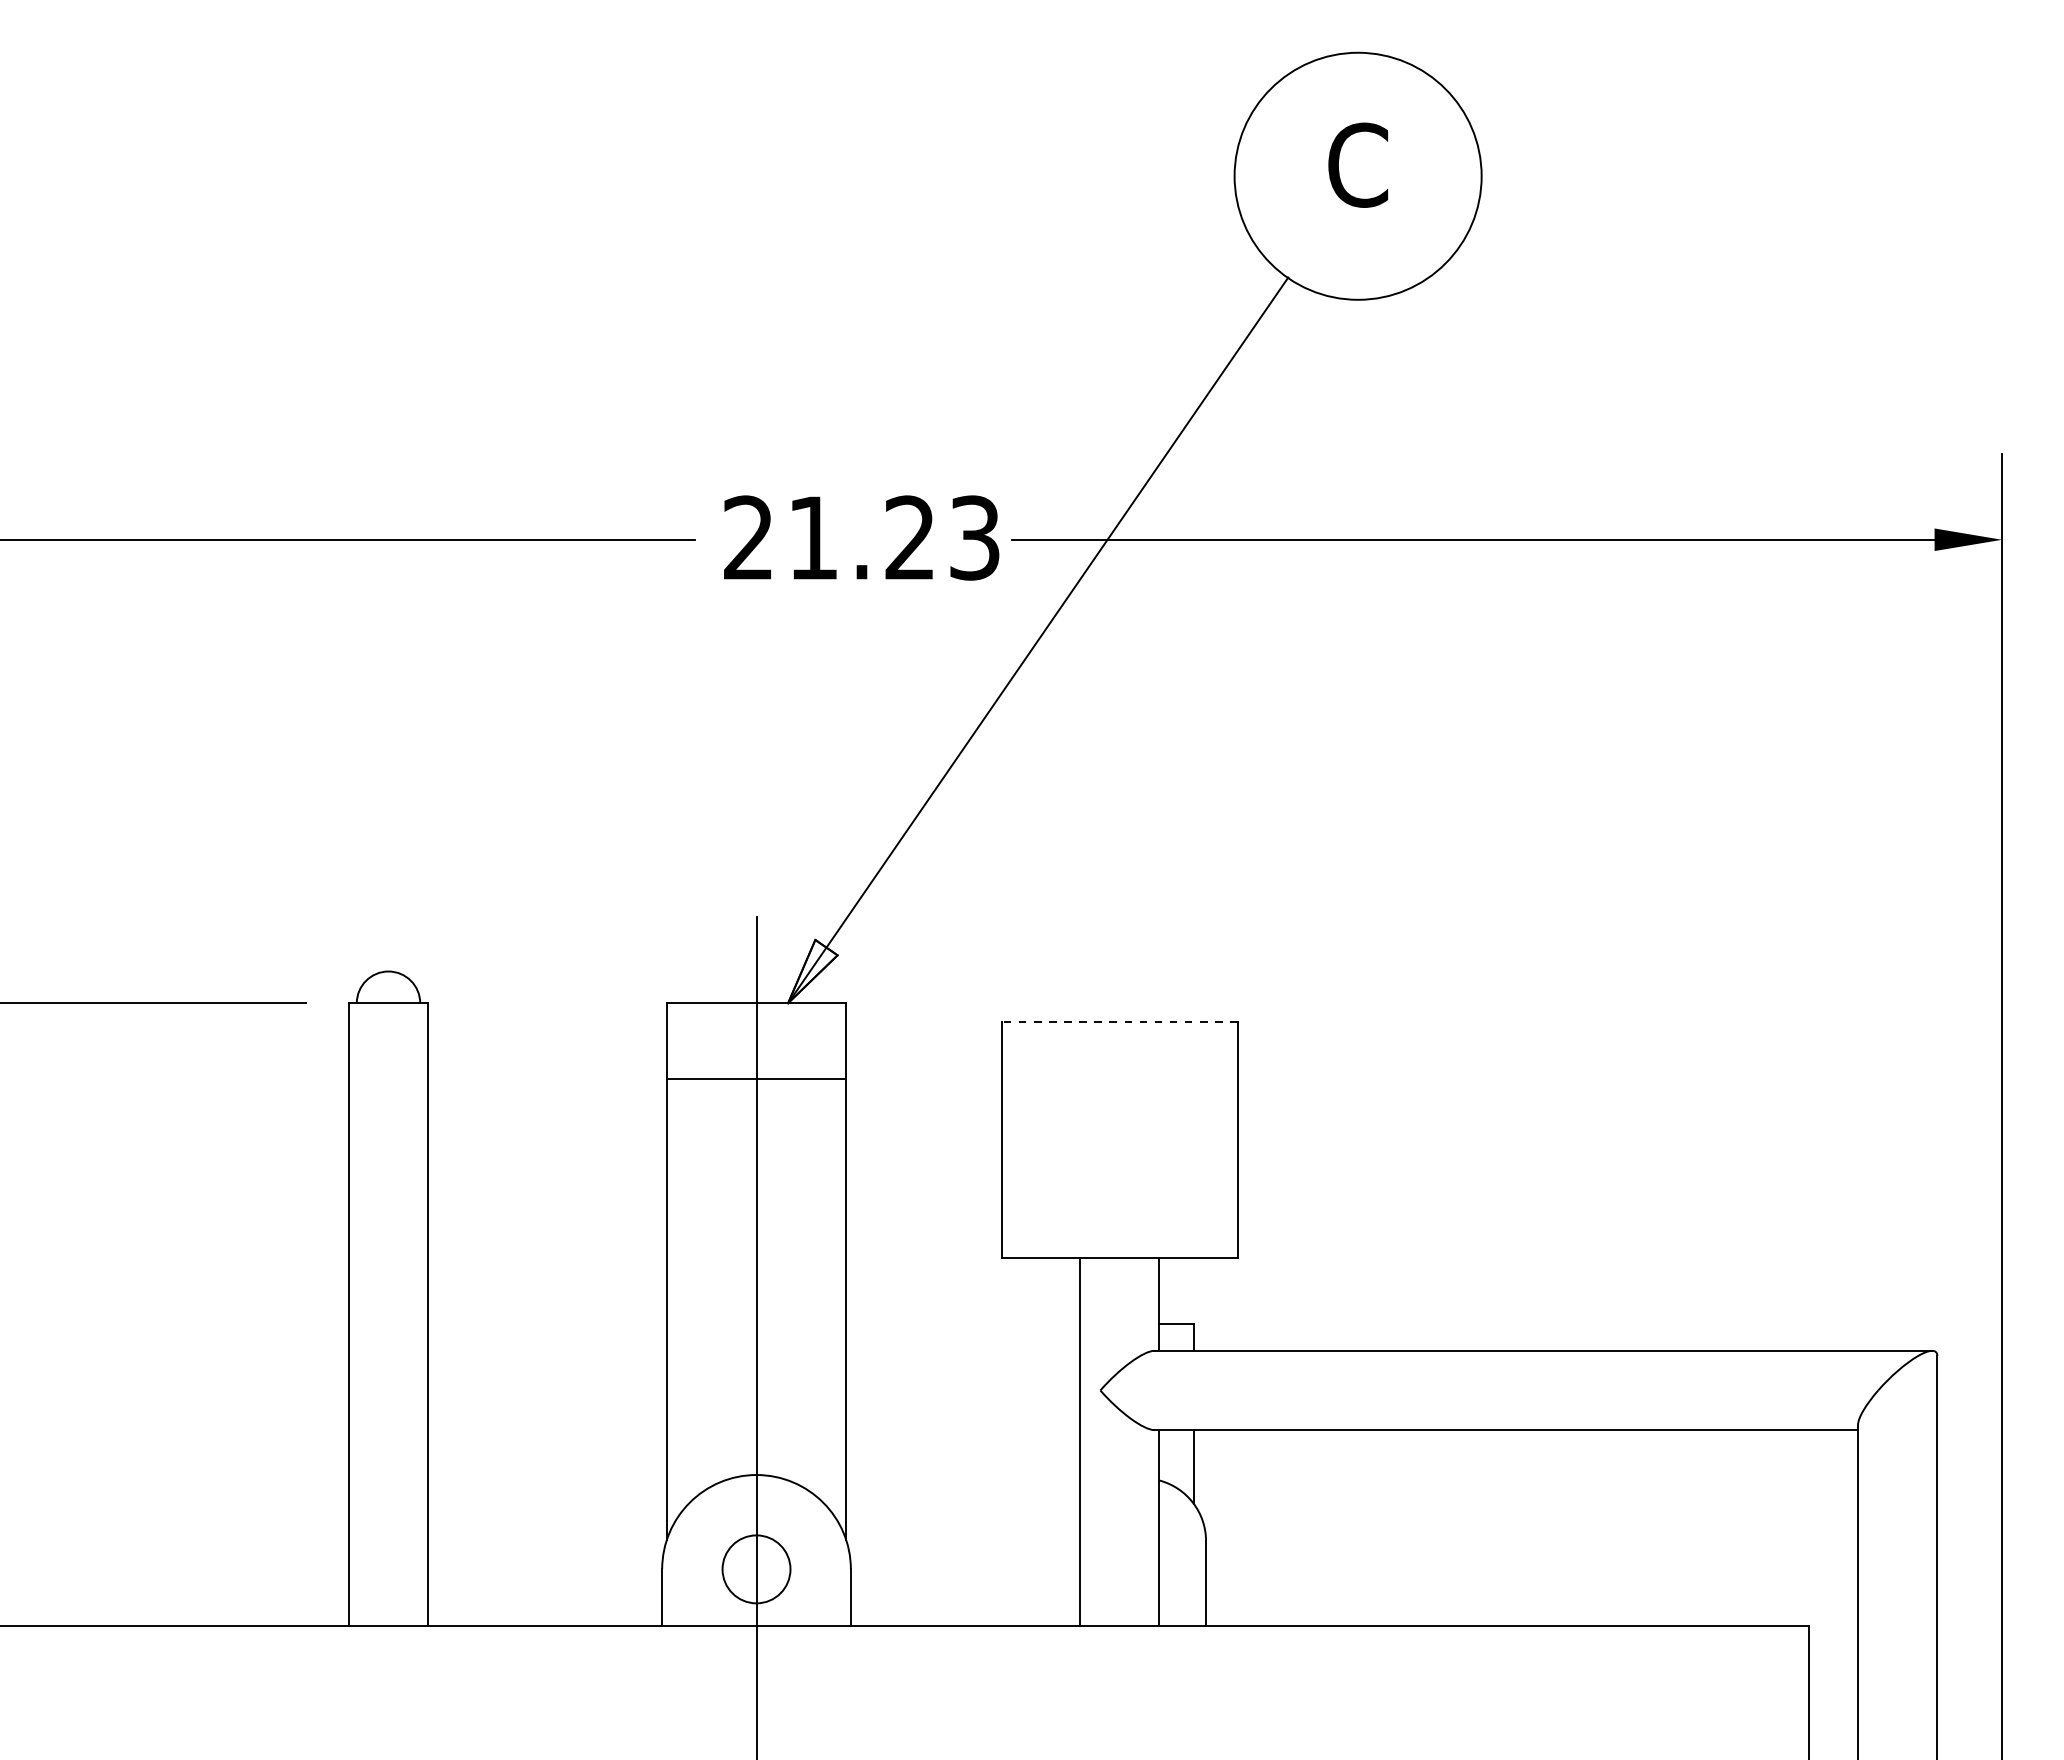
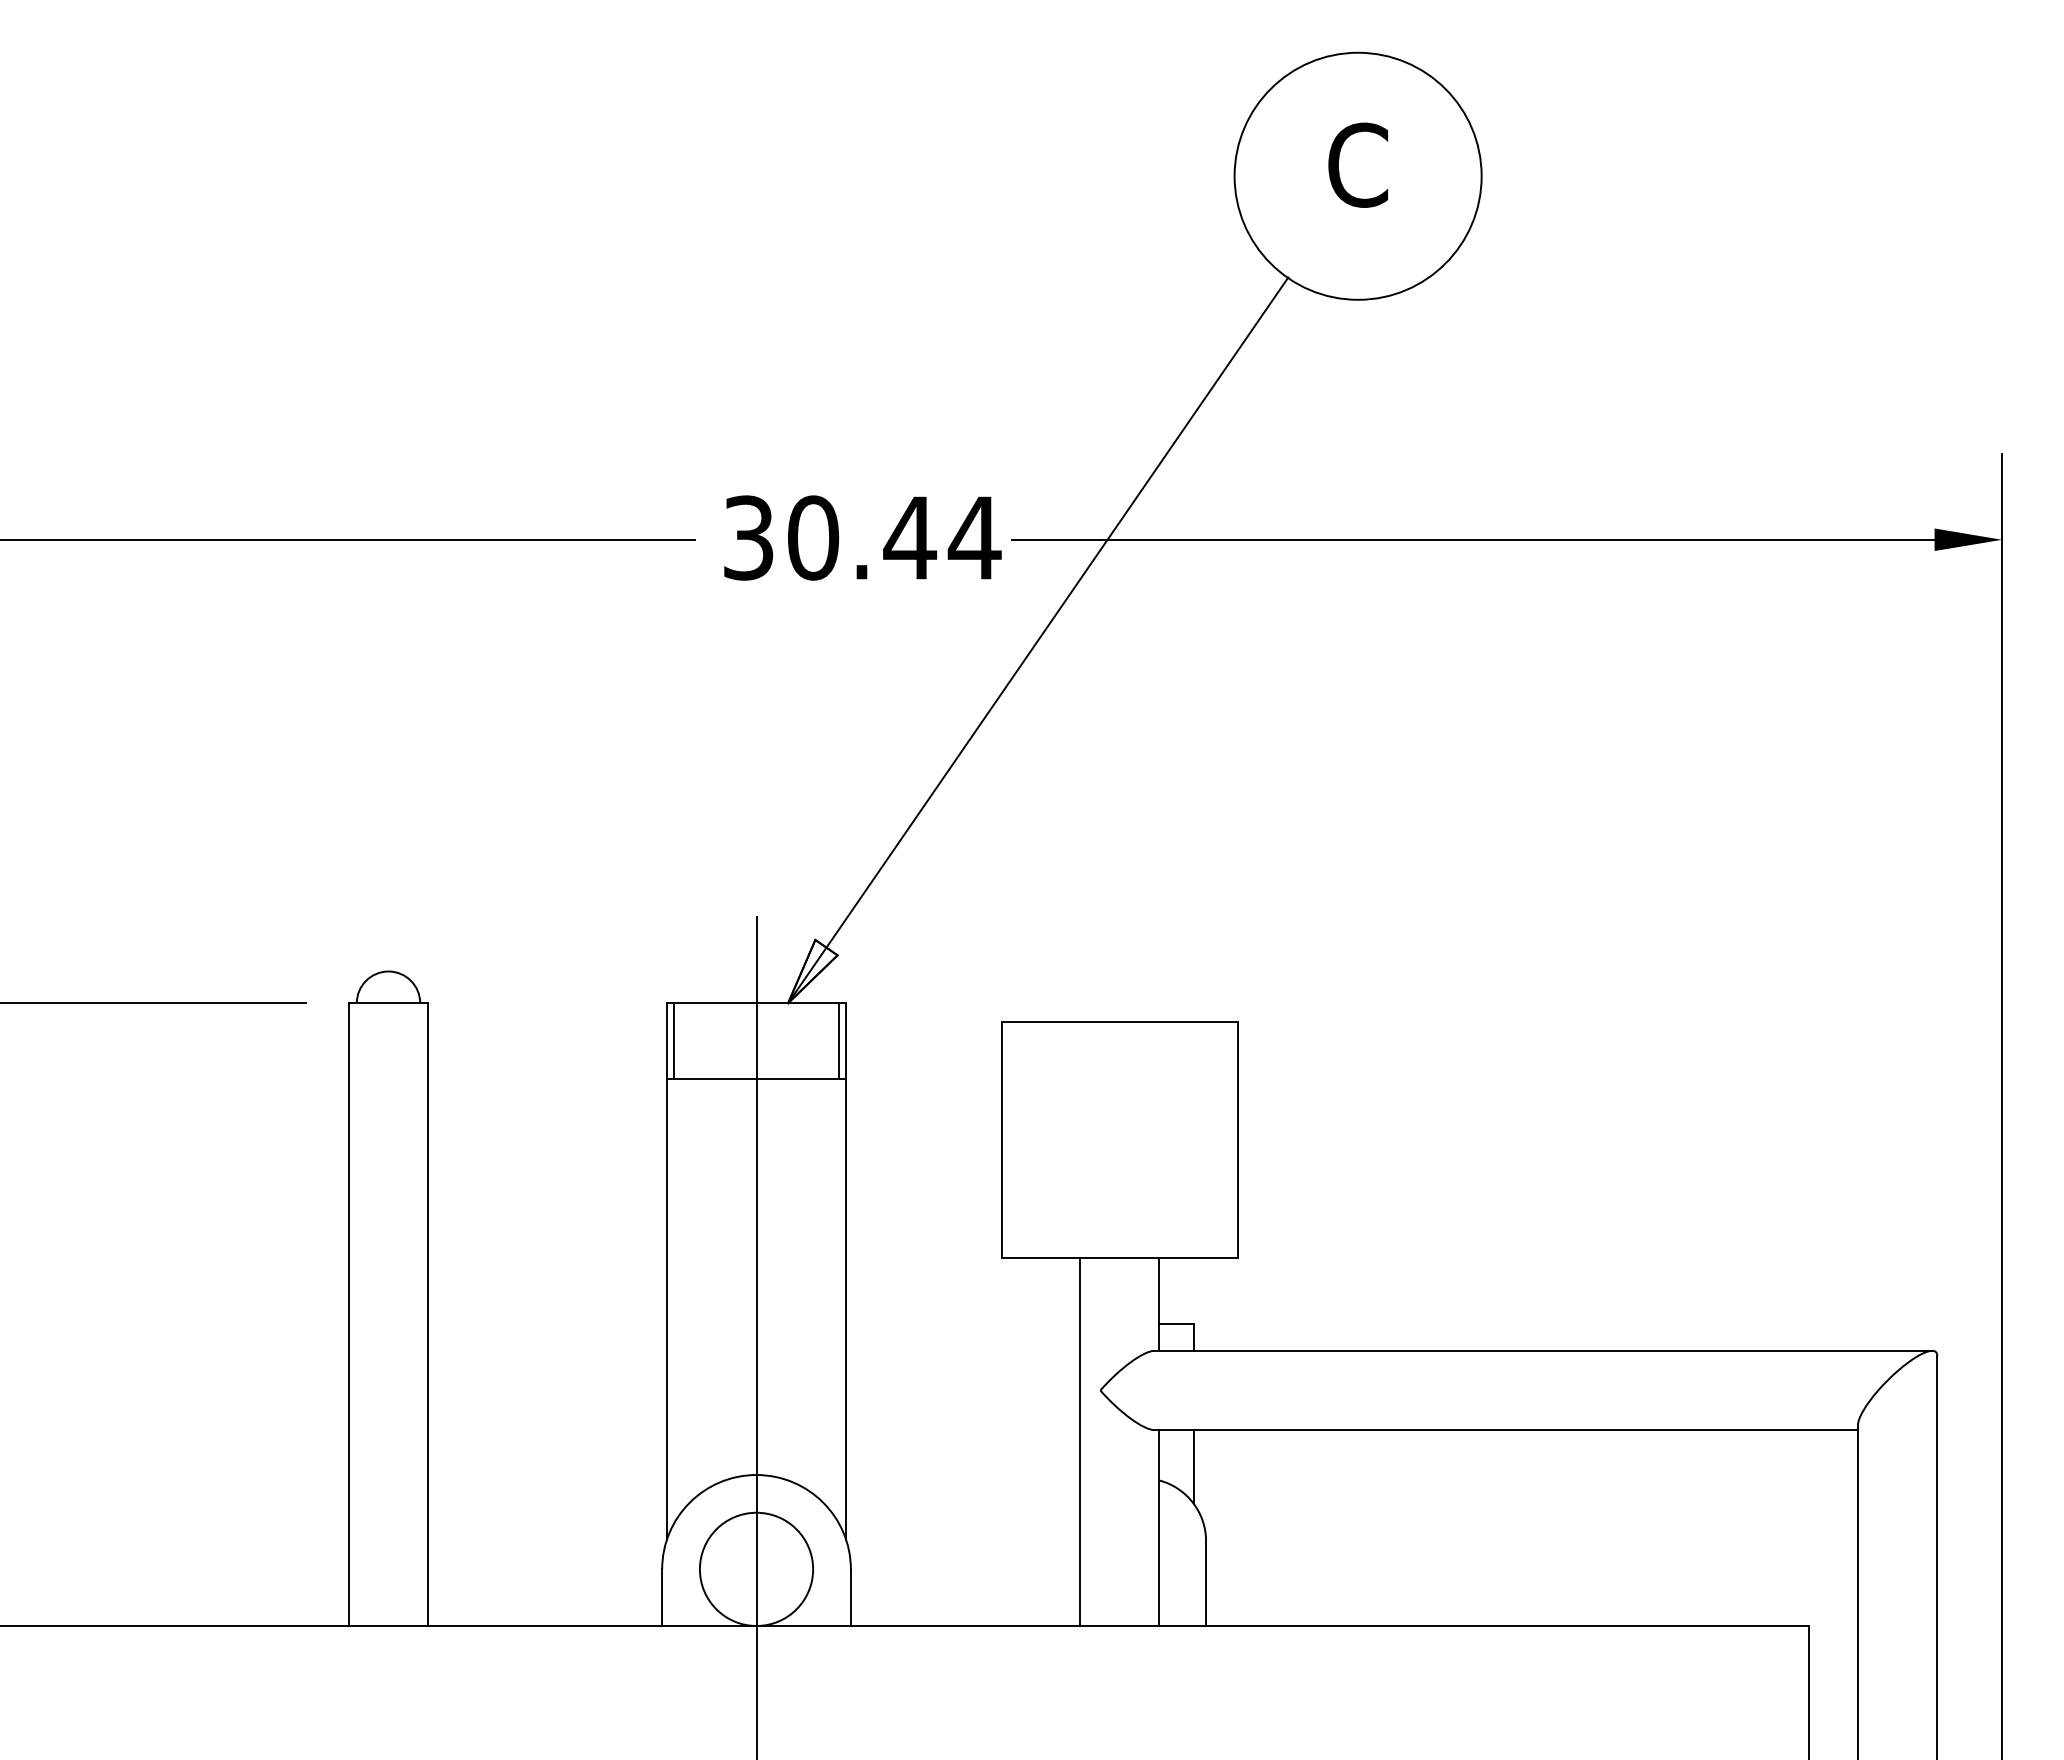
text at (862, 537): 21.23 -> 30.44
line at (1119, 1022): dashed -> solid
line at (674, 1040): none -> present
line at (838, 1040): none -> present
circle at (756, 1569) diameter: 68 px -> 113 px
